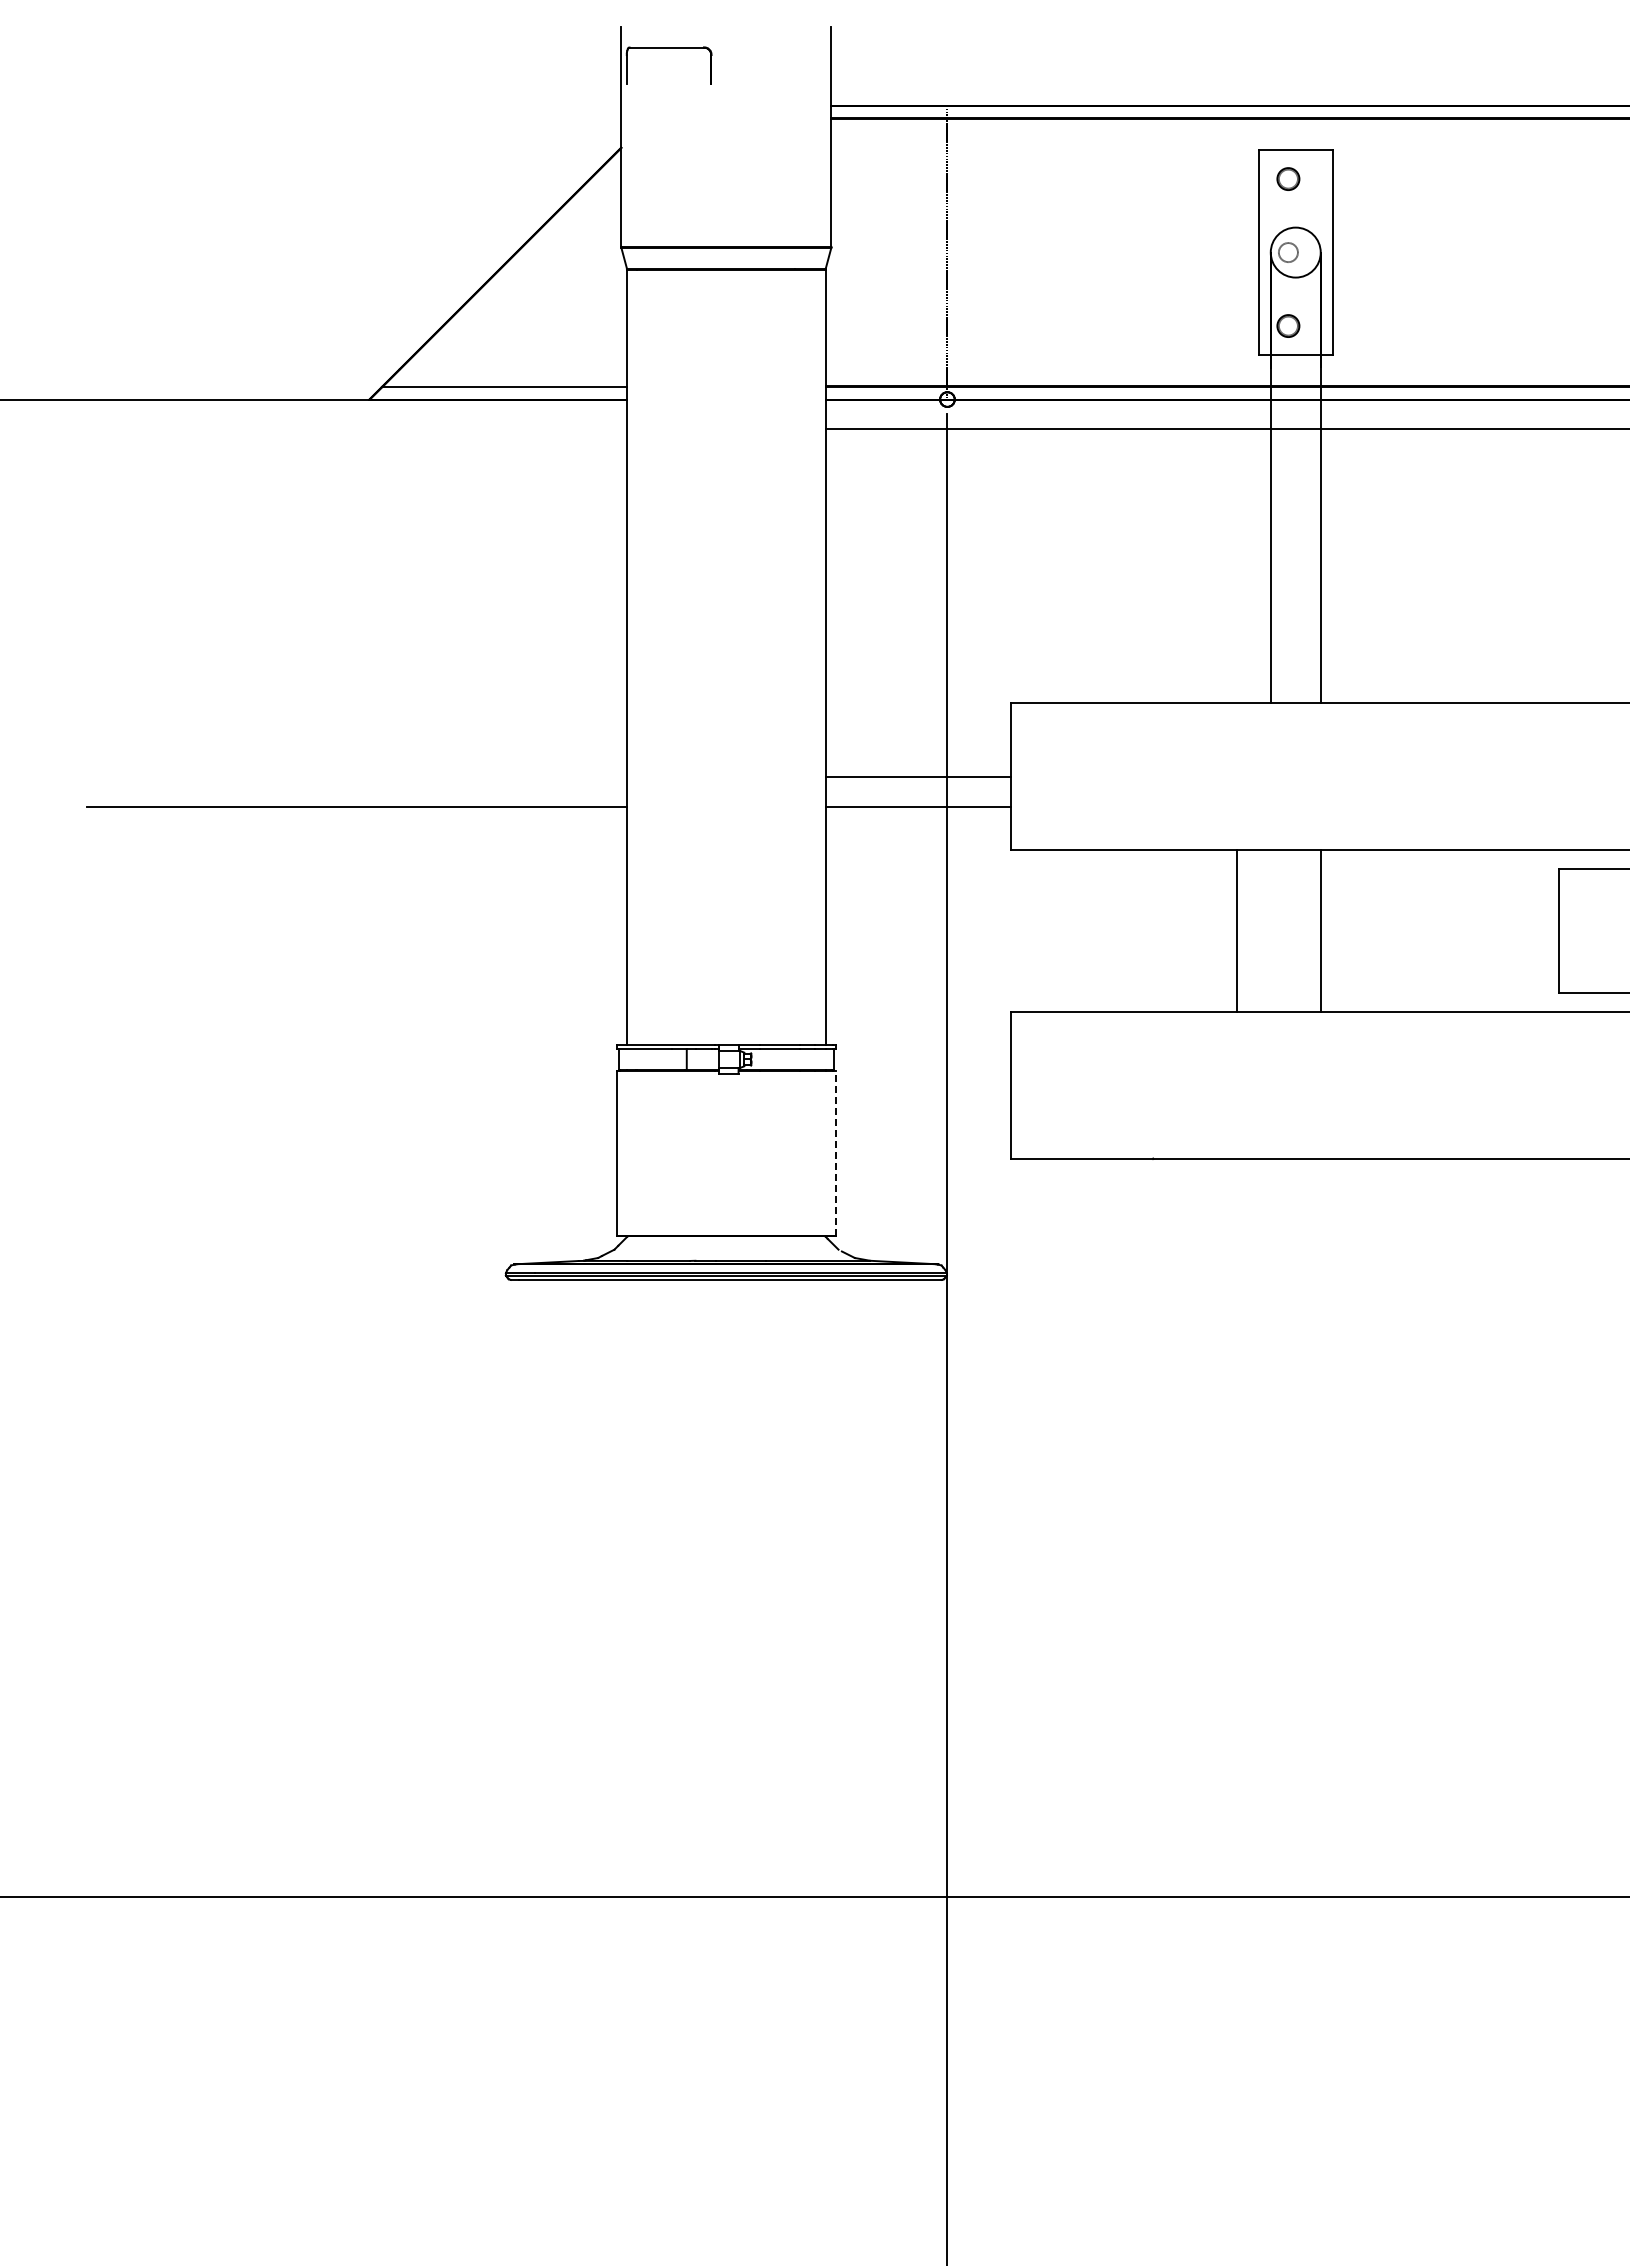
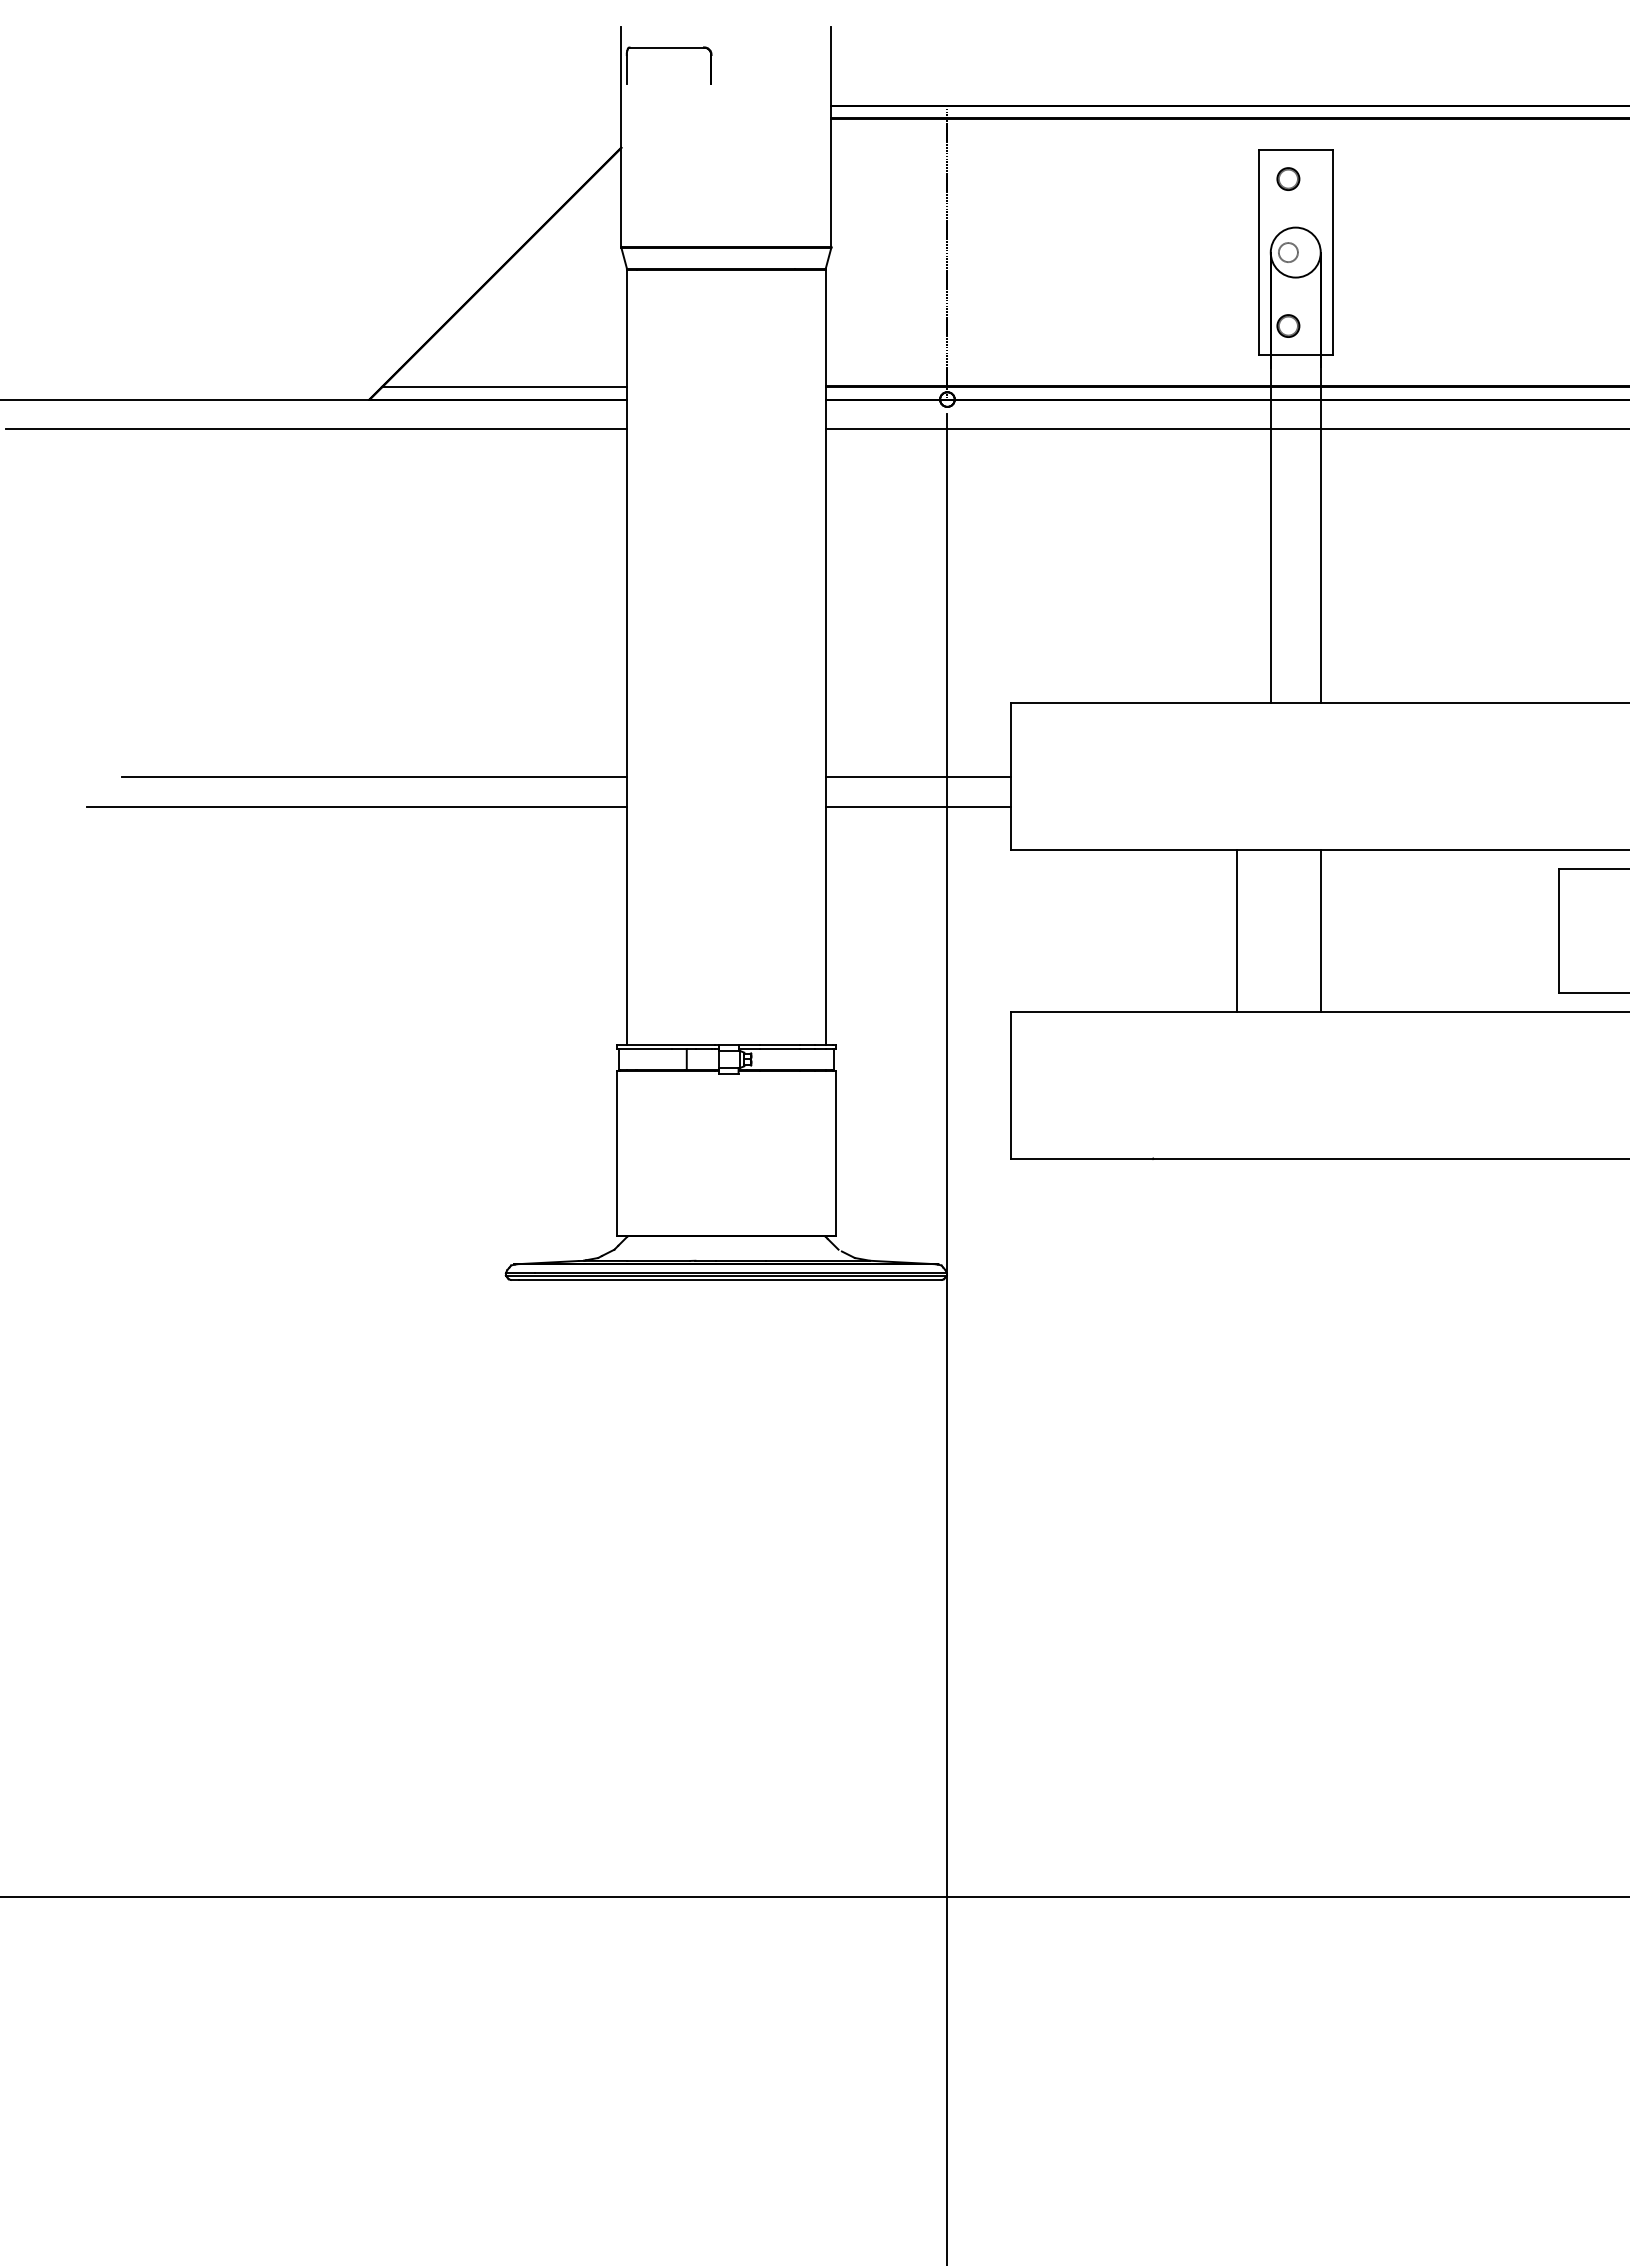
line at (316, 428): none -> present
line at (374, 777): none -> present
line at (835, 1153): dashed -> solid
